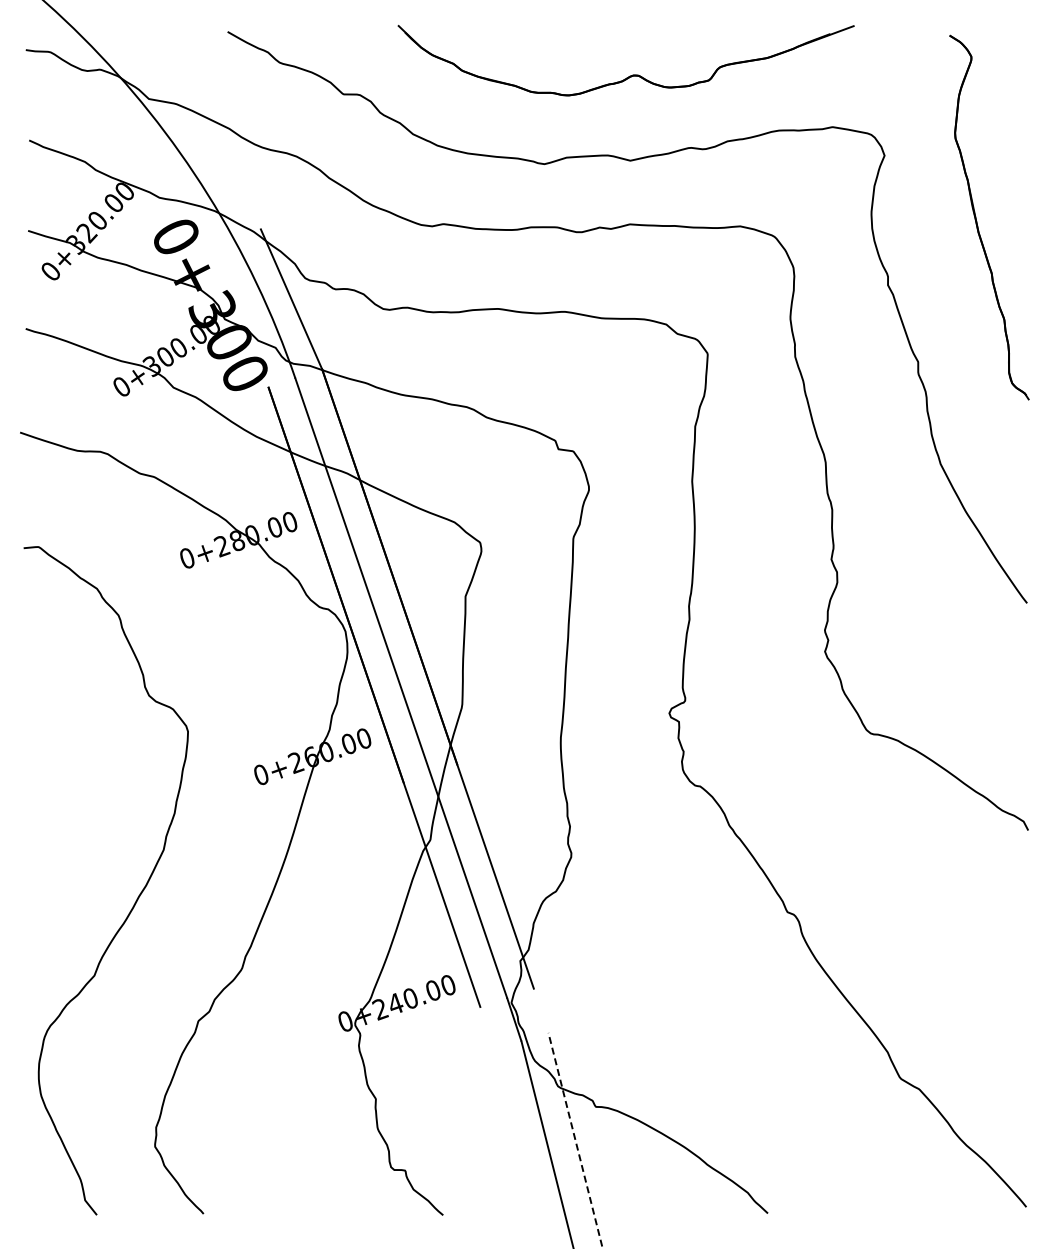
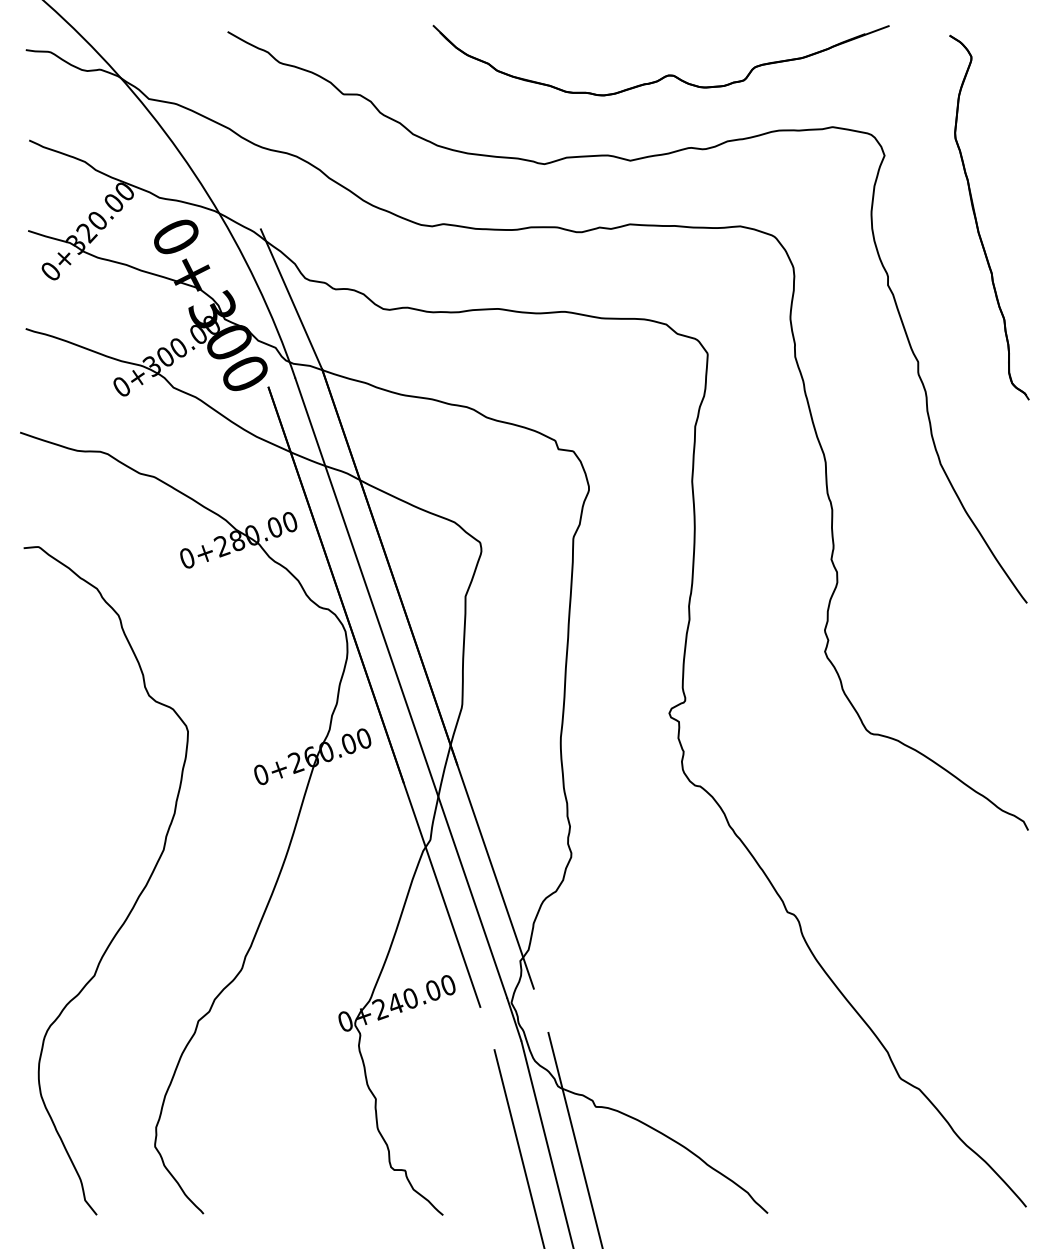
part at (632, 74) position: (632, 74) -> (667, 74)
line at (575, 1140): dashed -> solid
line at (518, 1147): none -> present
